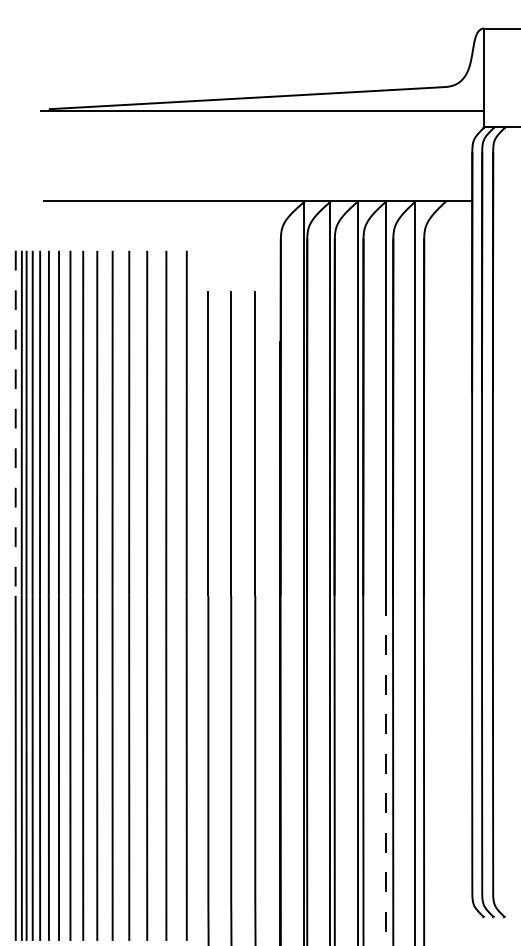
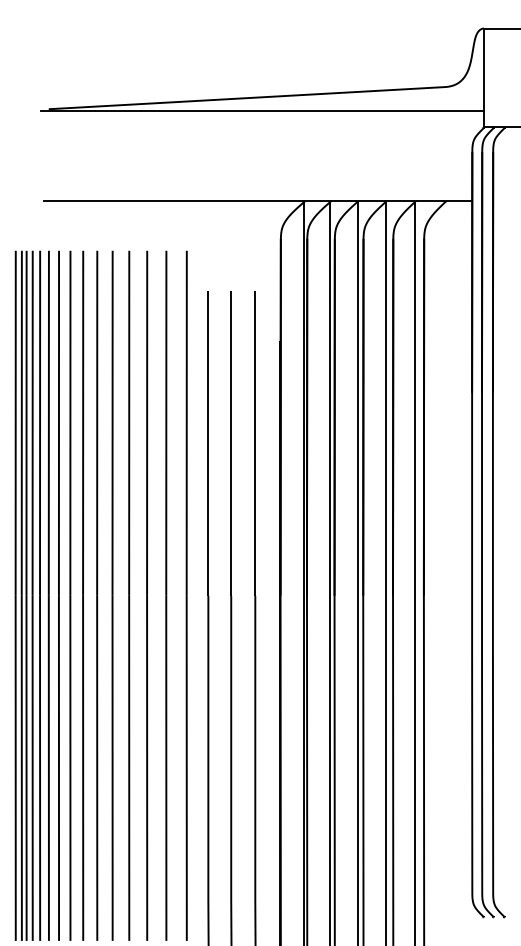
line at (15, 423): dashed -> solid
line at (385, 770): dashed -> solid
